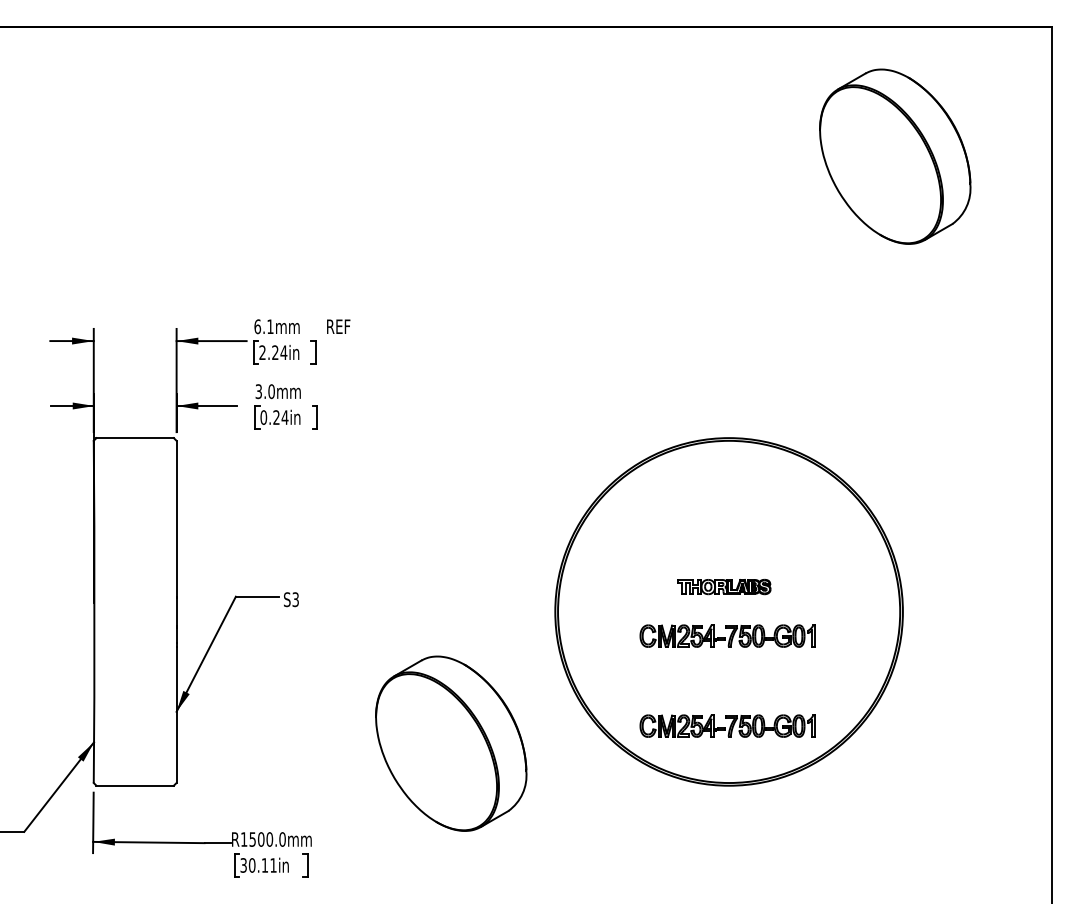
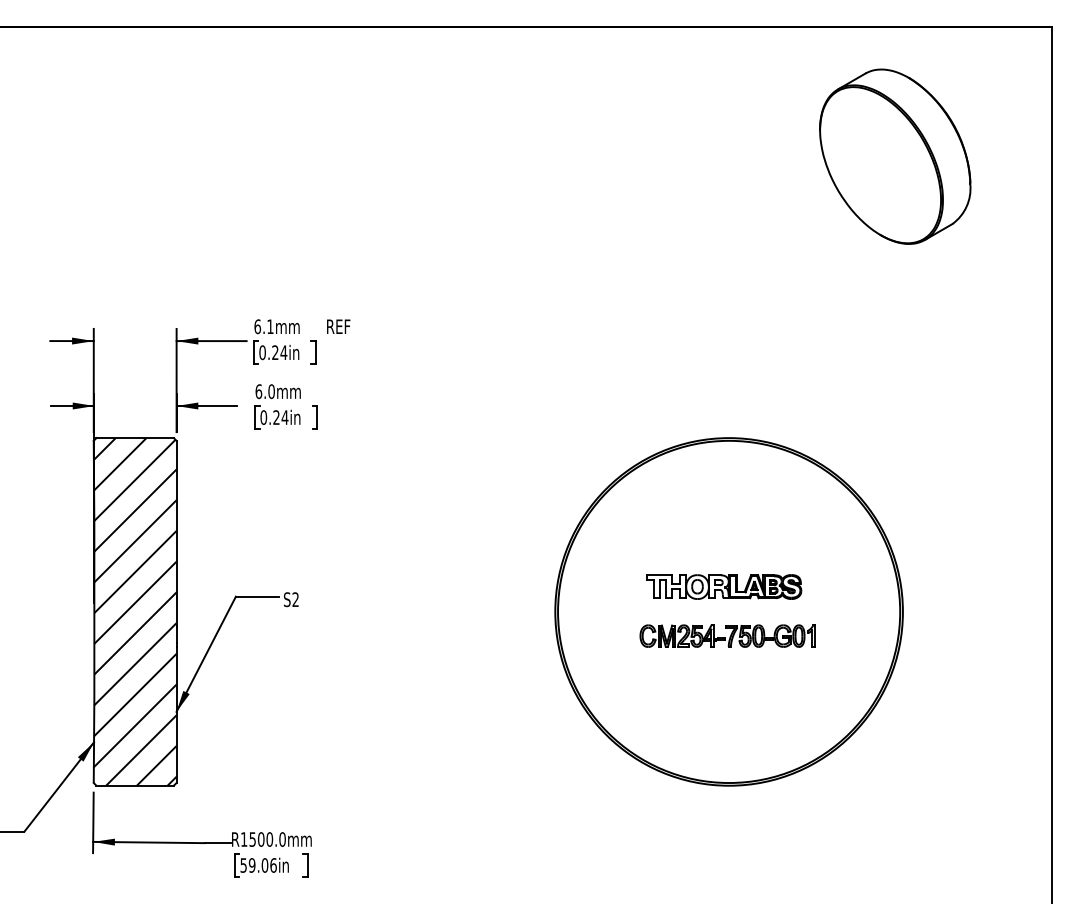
text at (262, 352): 2.24in -> 0.24in
text at (258, 391): 3.0mm -> 6.0mm
part at (724, 586) size: 95x18 px -> 157x26 px
text at (295, 599): S3 -> S2
hatch at (134, 611): none -> present
part at (727, 725): present -> none
part at (451, 743): present -> none
text at (258, 865): 30.11in -> 59.06in
